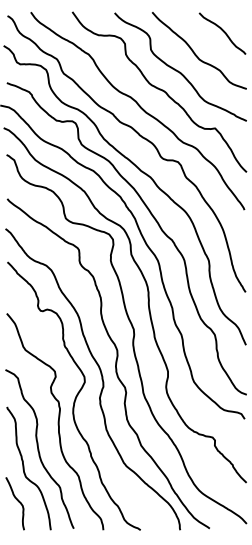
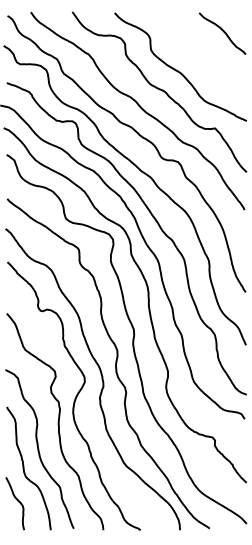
curve at (194, 51): present -> none
